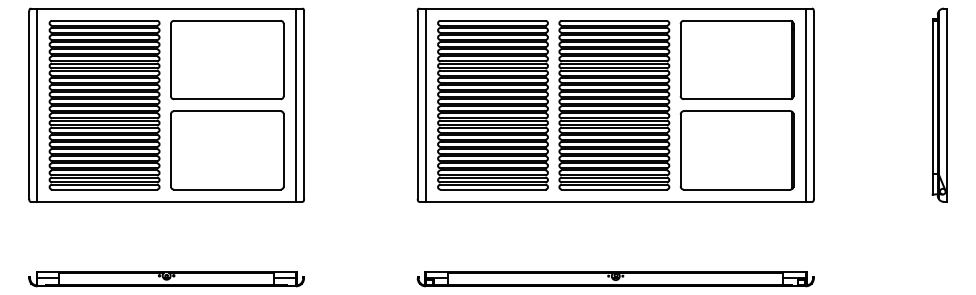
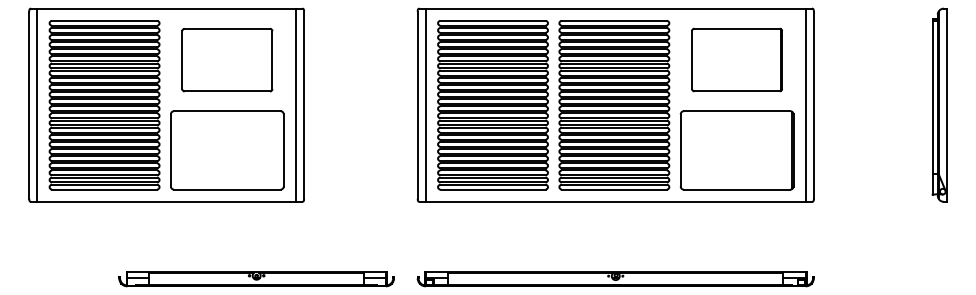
part at (736, 59) size: 116x80 px -> 92x66 px
part at (227, 60) size: 115x81 px -> 93x65 px
part at (166, 279) position: (166, 279) -> (256, 279)
